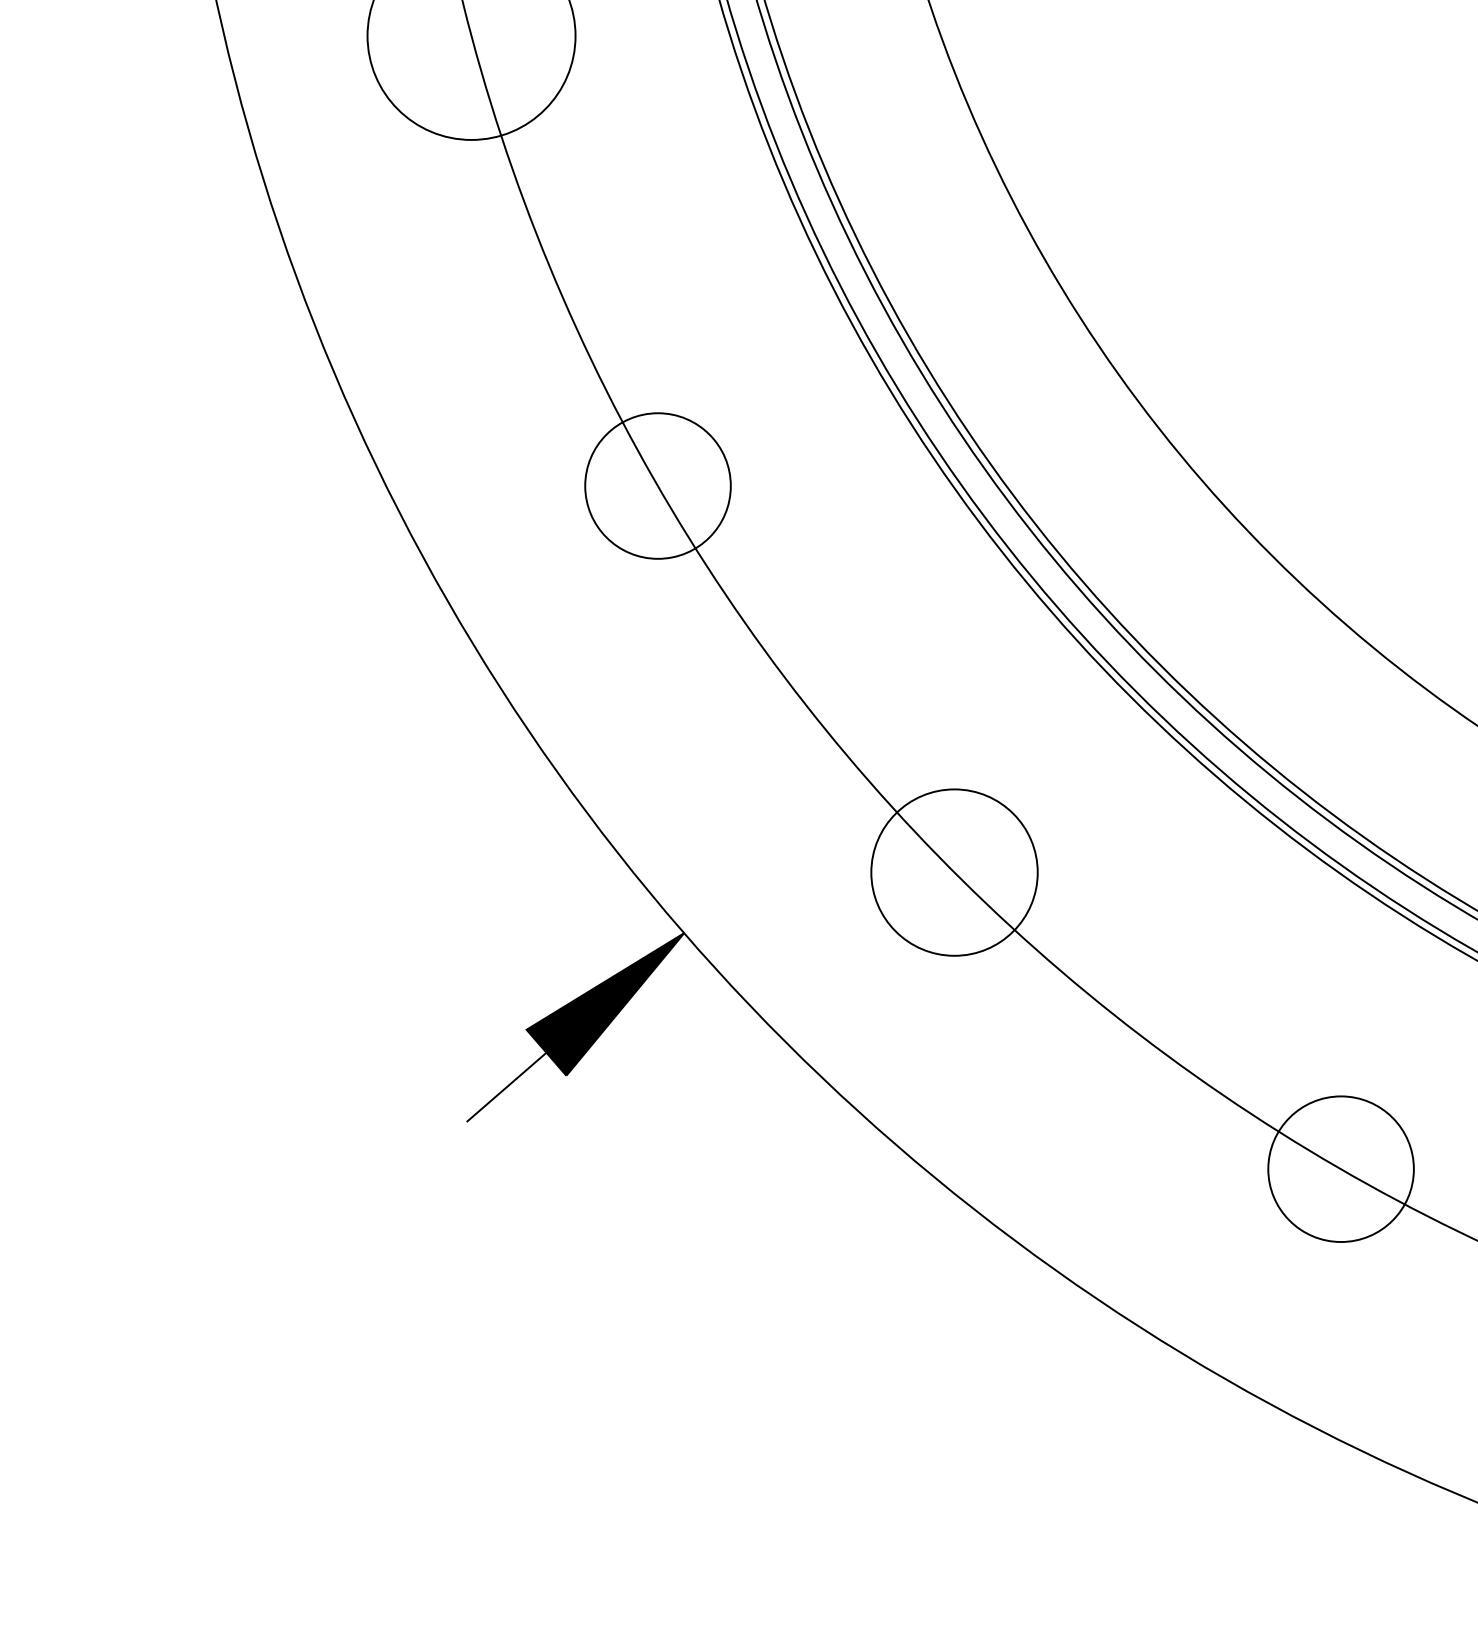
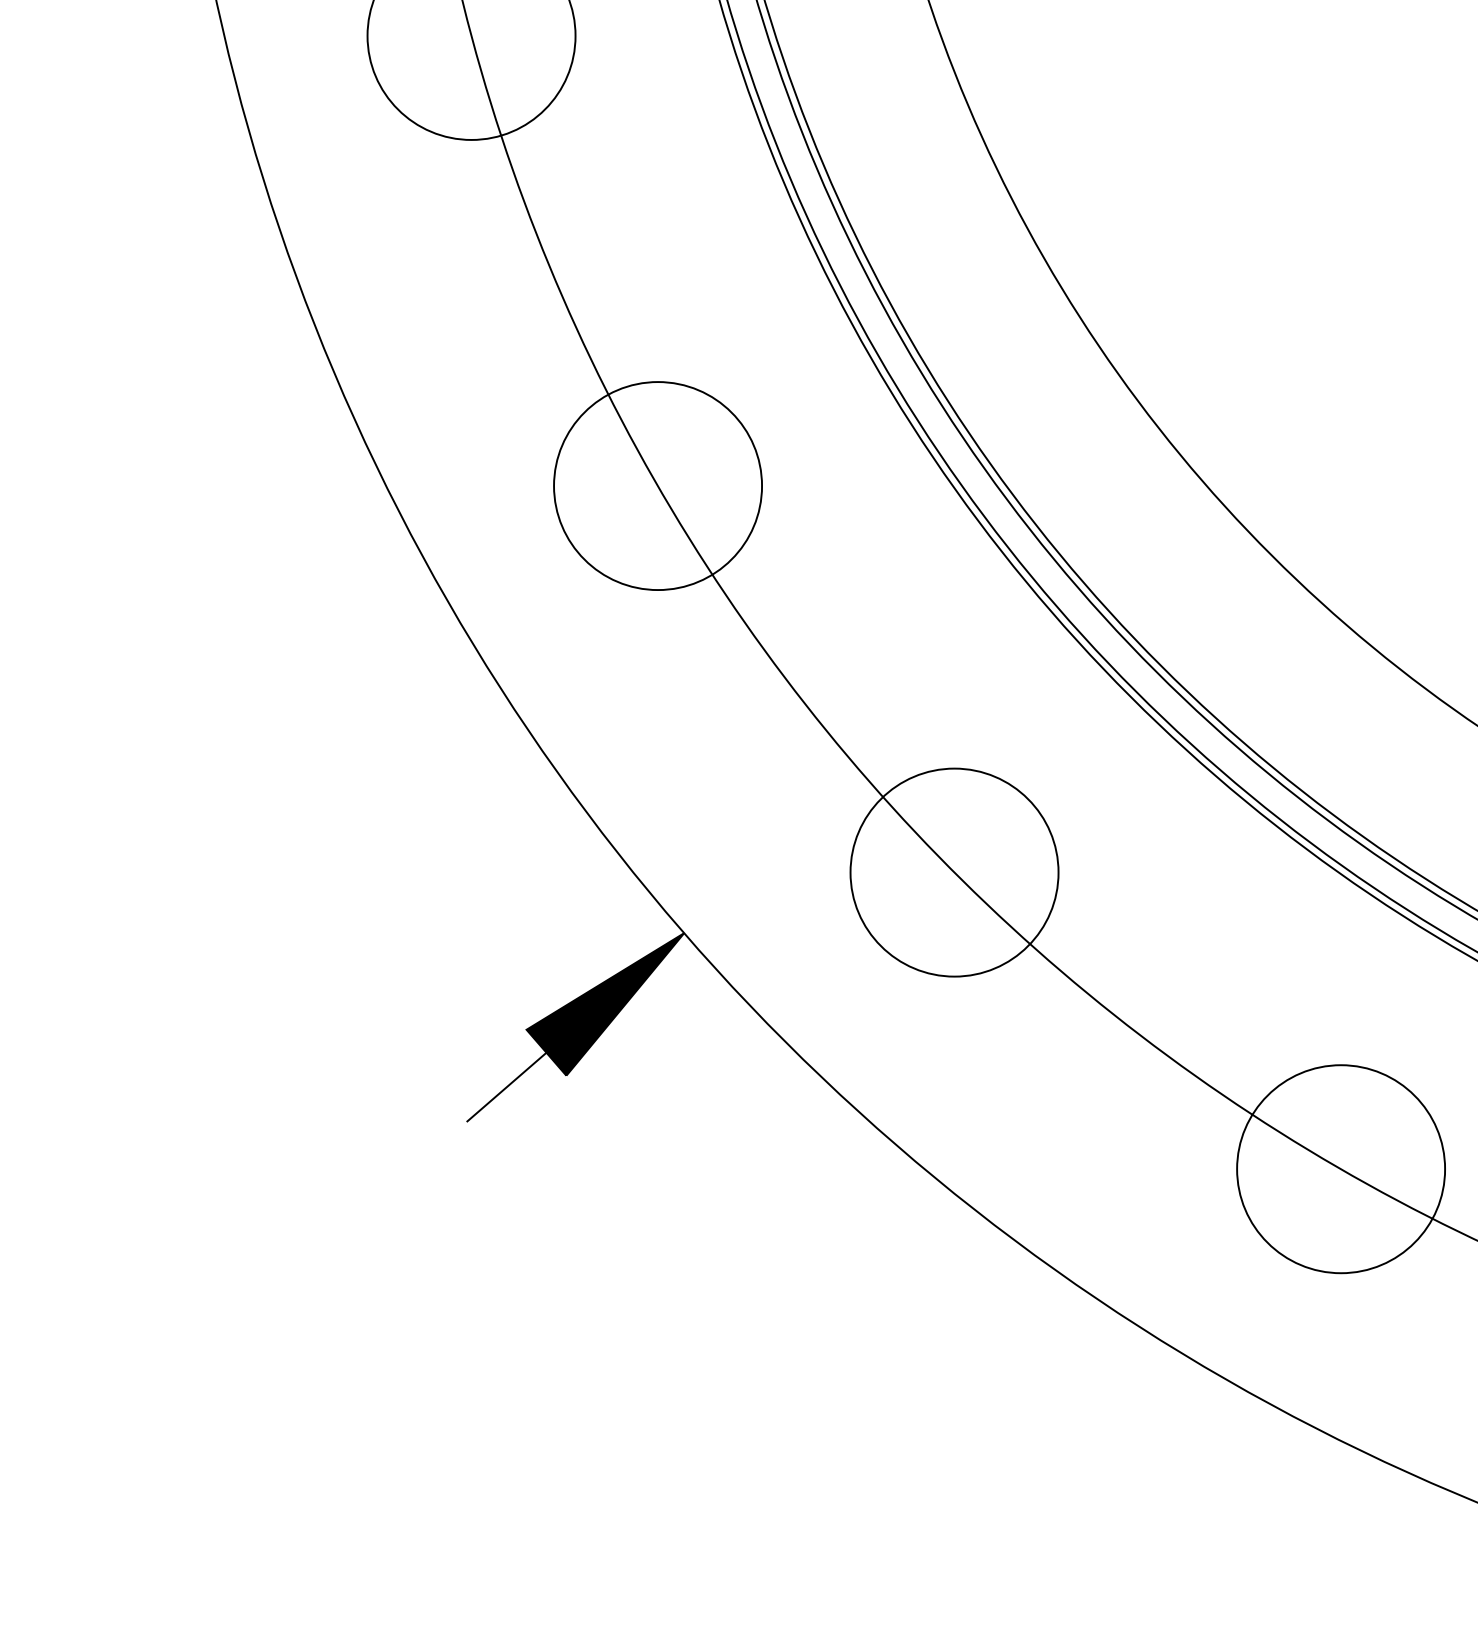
circle at (657, 485) diameter: 146 px -> 208 px
circle at (954, 872) diameter: 166 px -> 208 px
circle at (1340, 1169) diameter: 146 px -> 208 px
